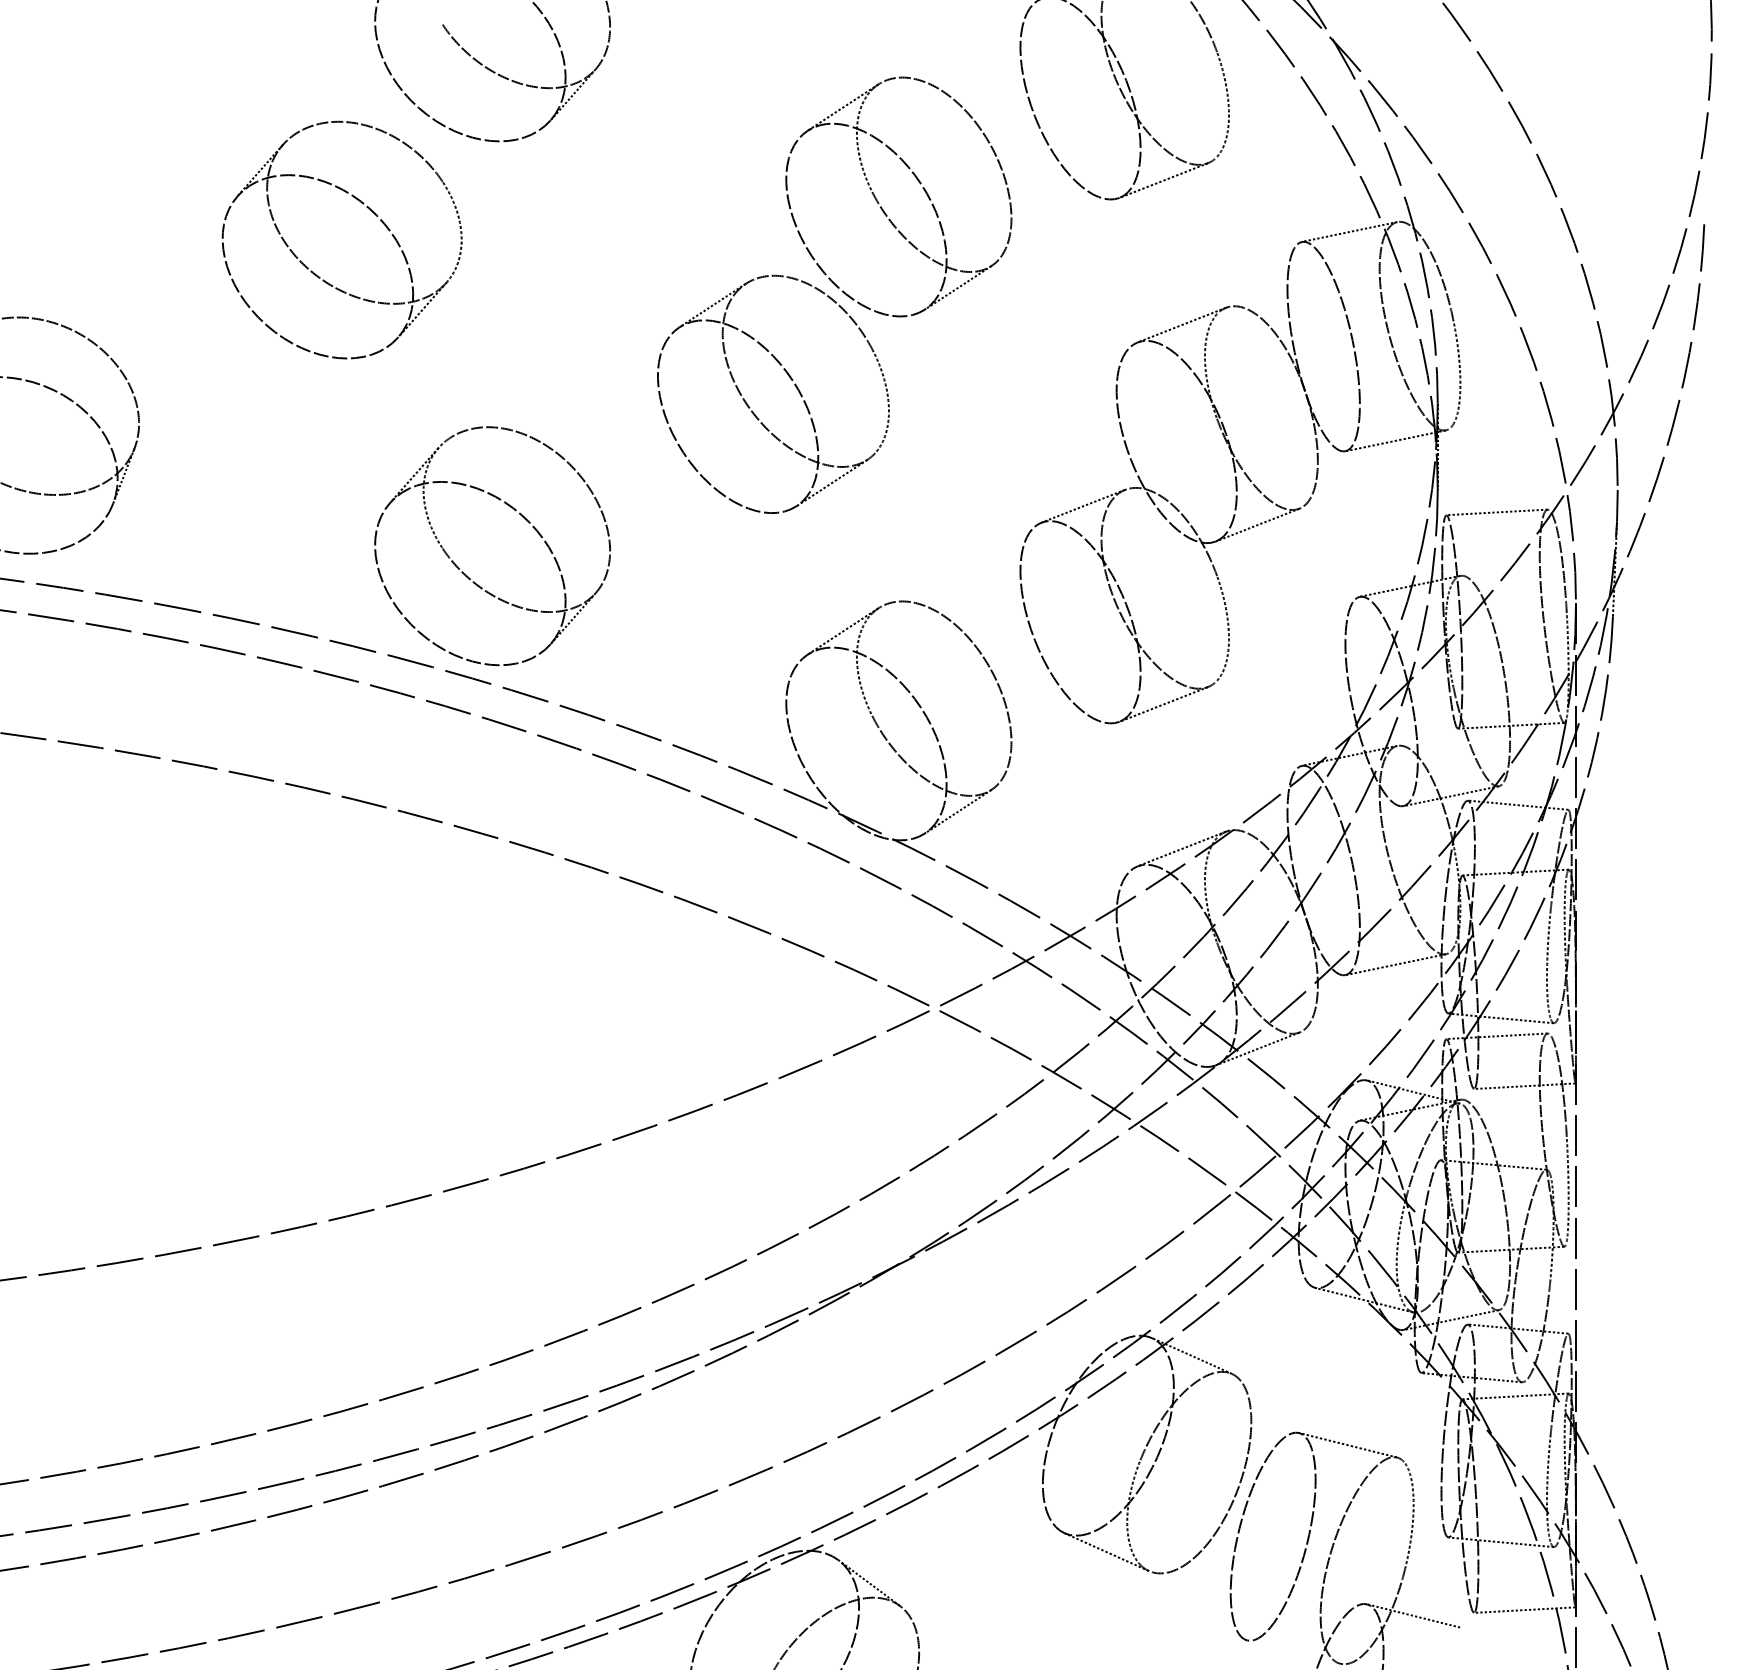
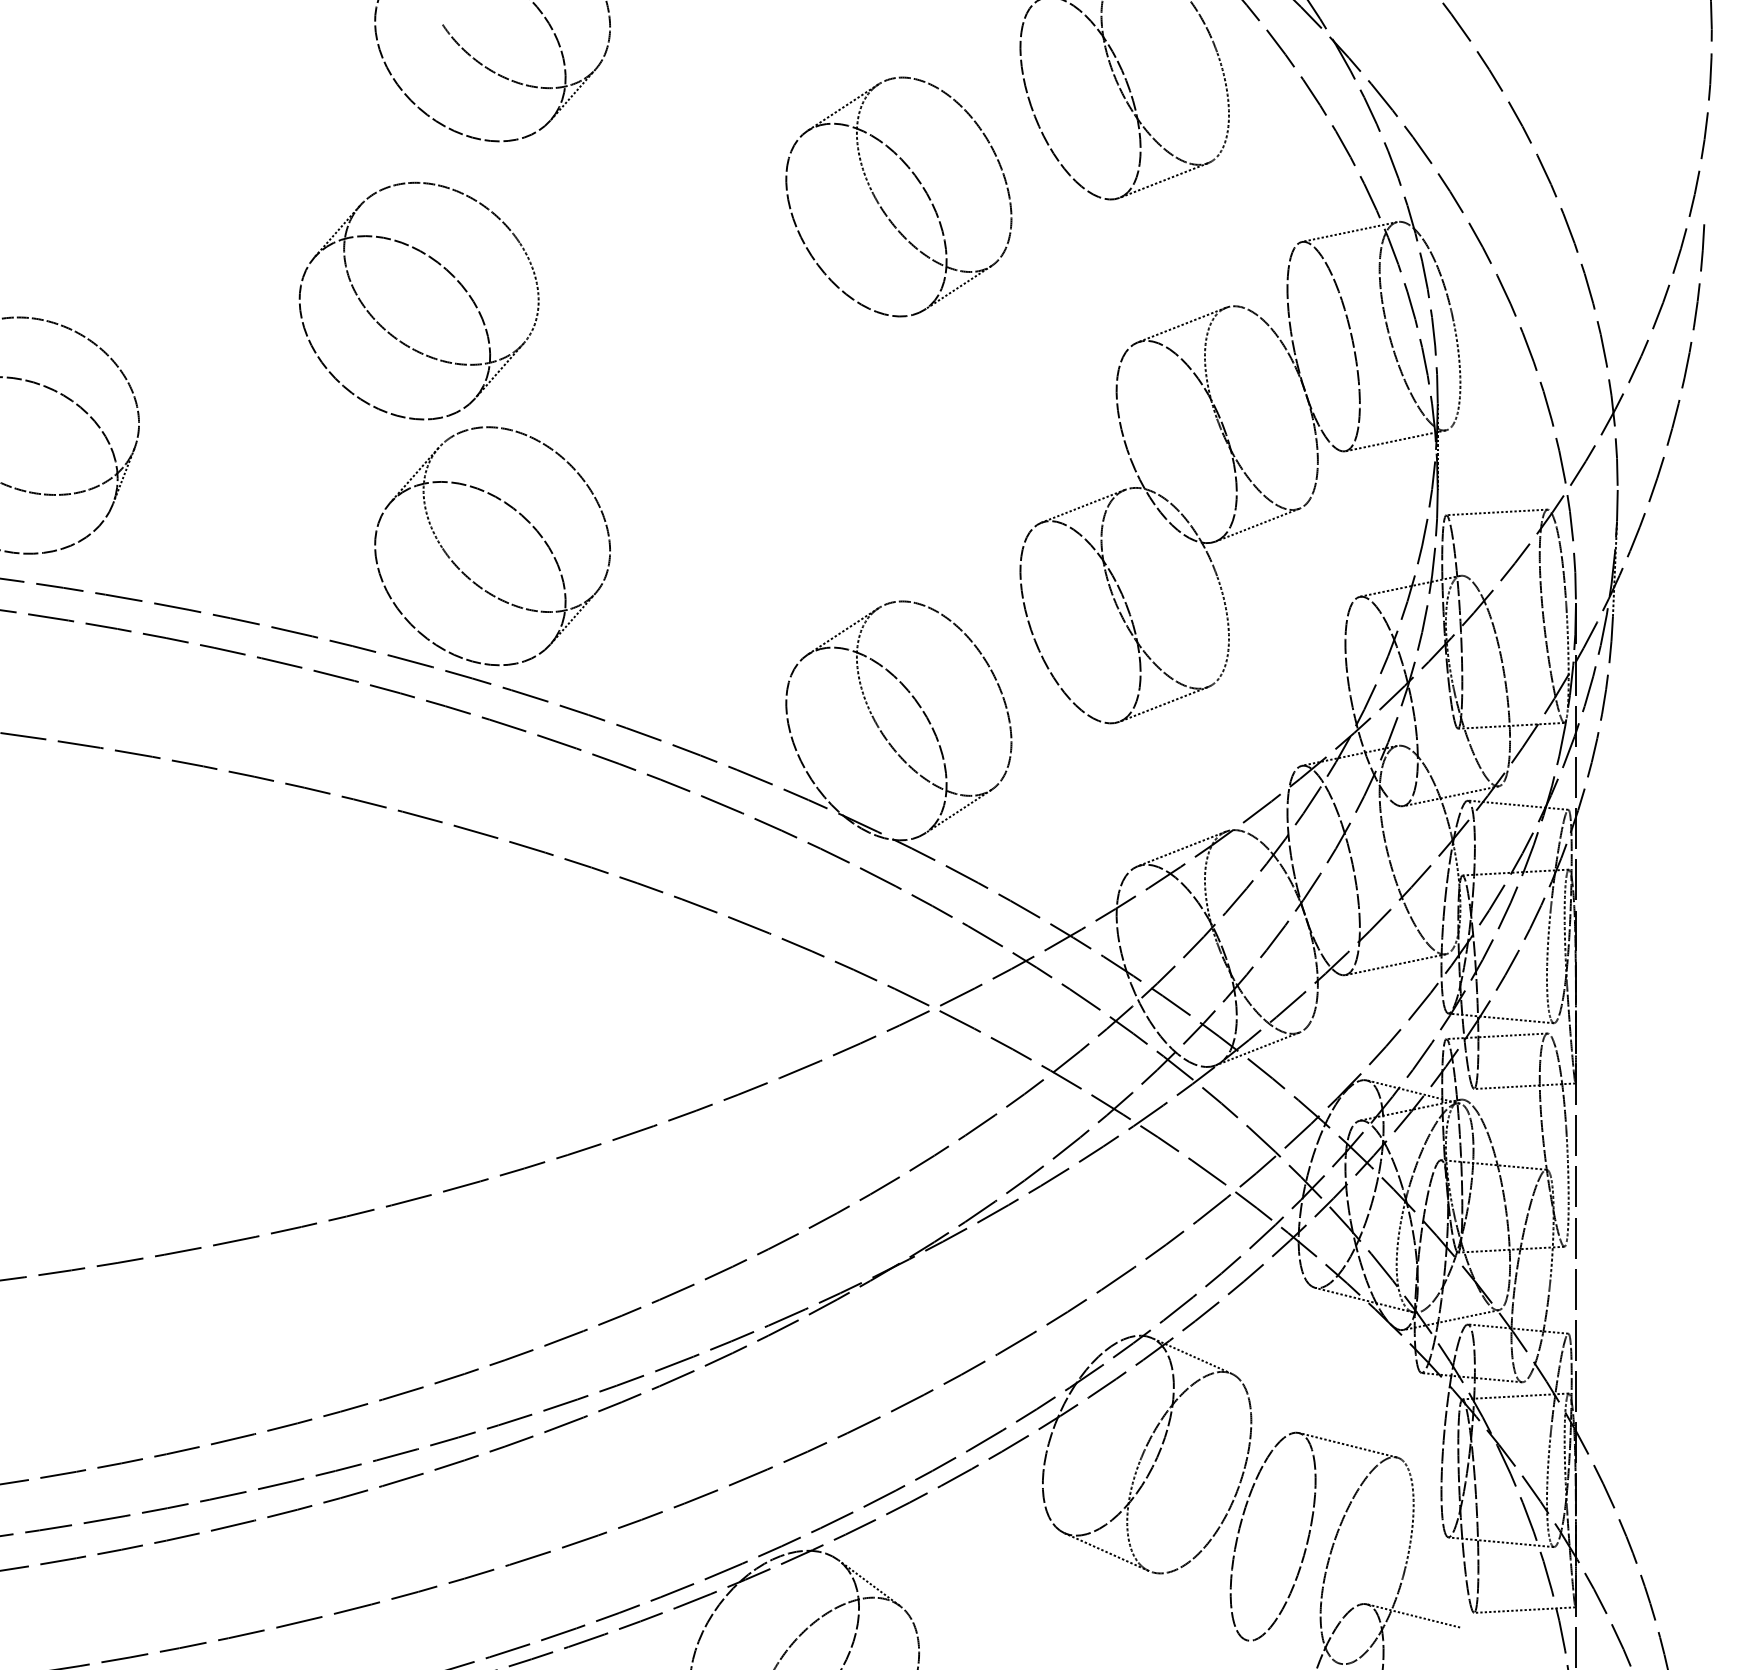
part at (367, 208) position: (367, 208) -> (444, 269)
part at (790, 379): present -> none
